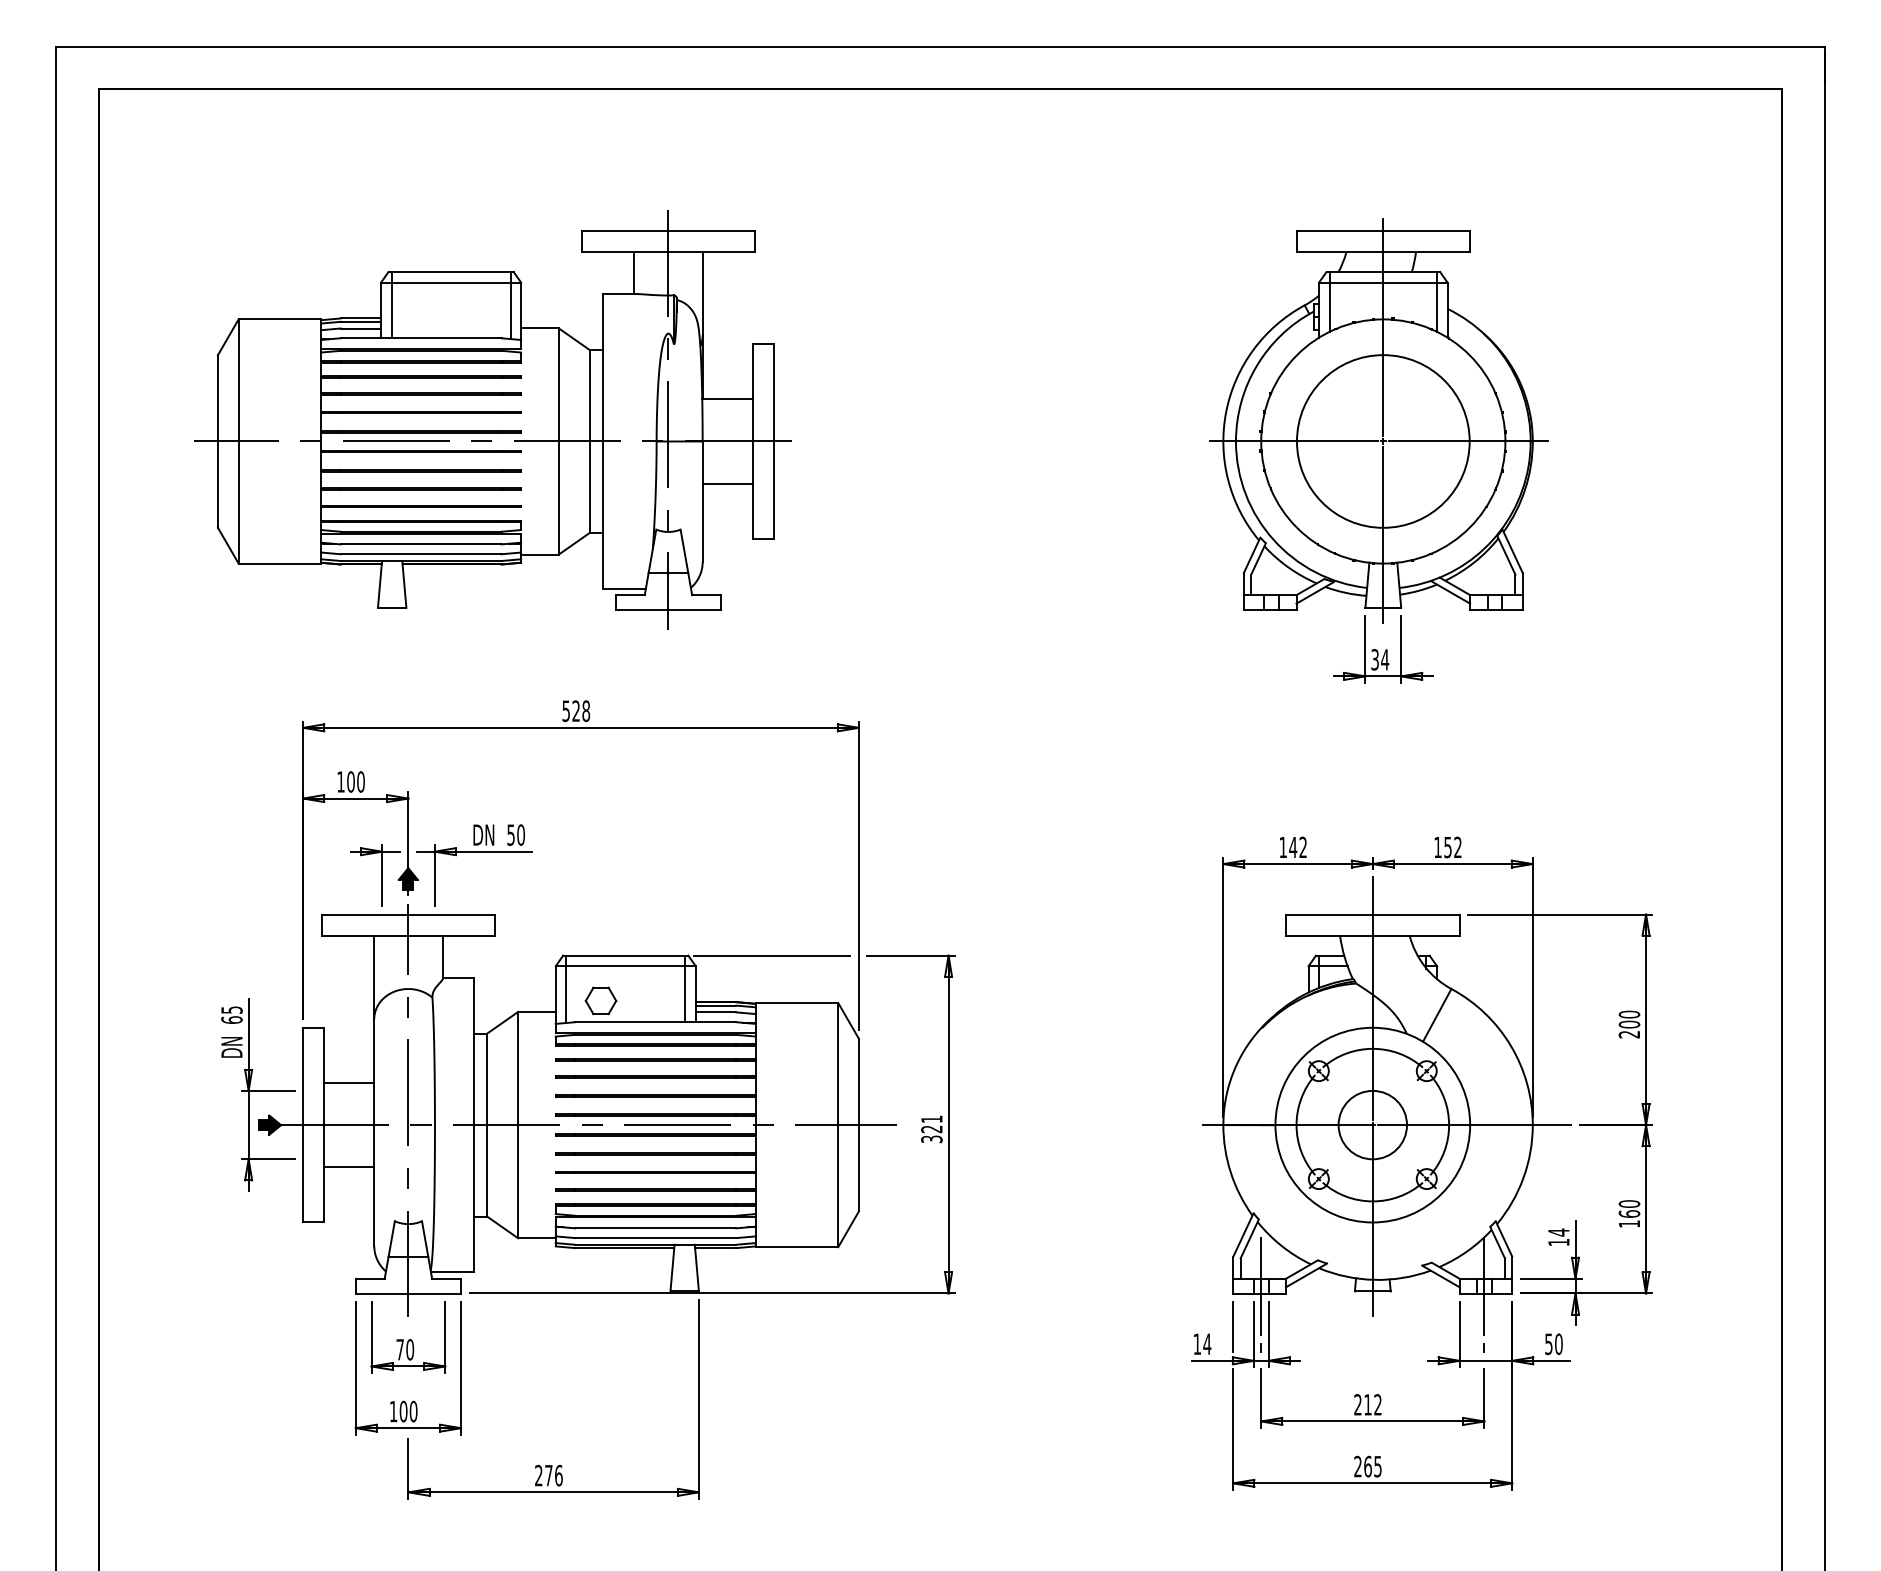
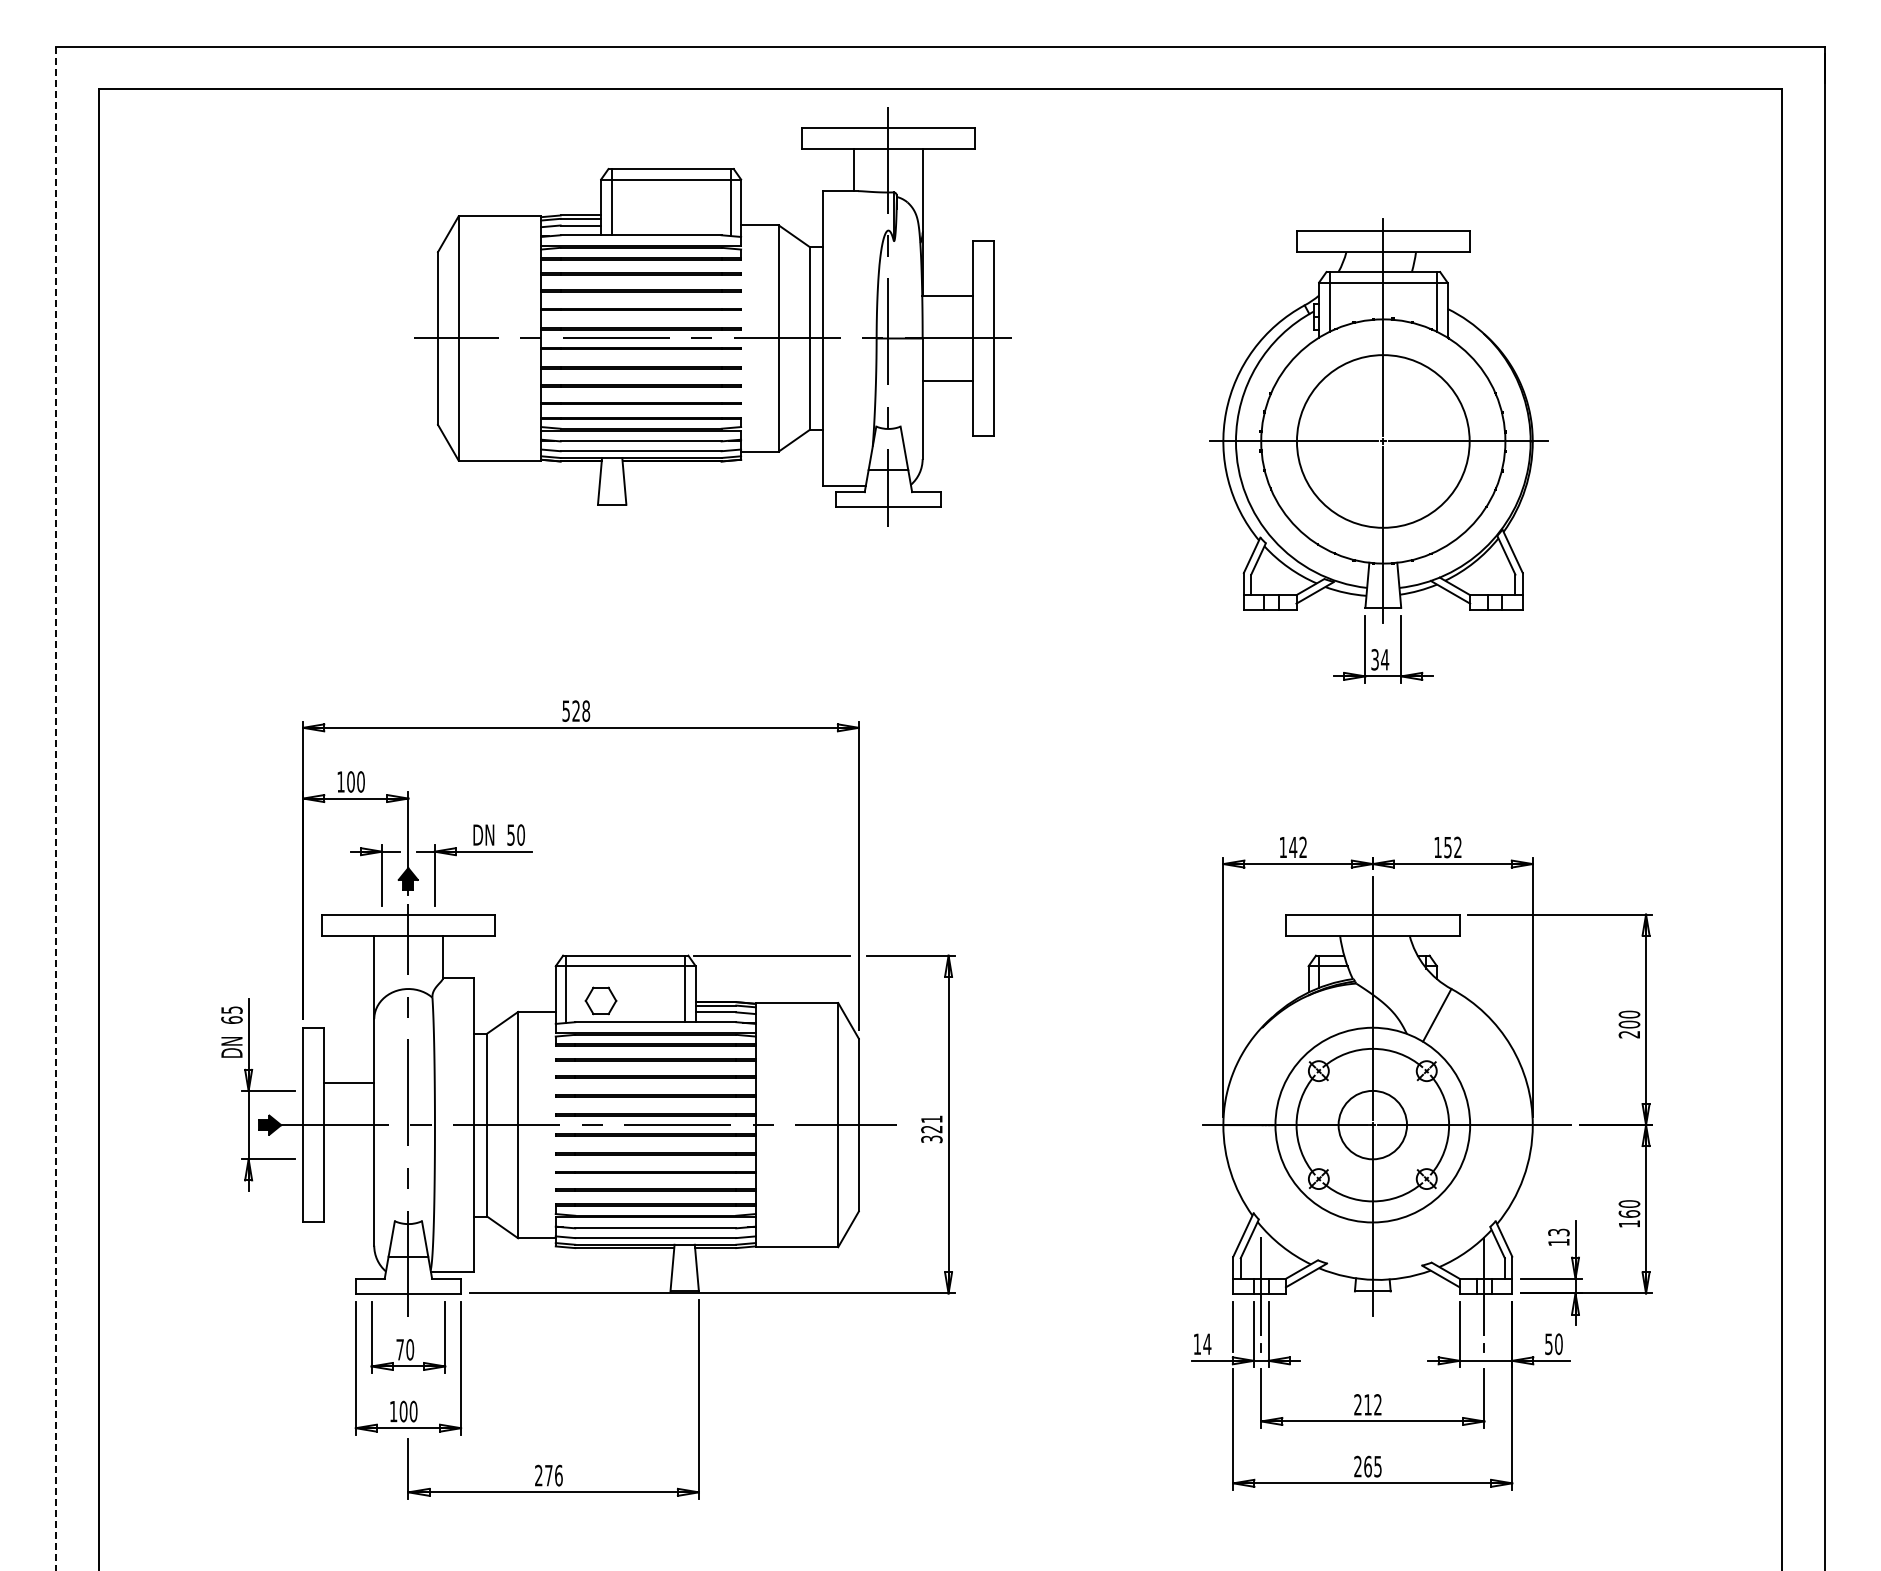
part at (492, 419) position: (492, 419) -> (712, 316)
line at (56, 809): solid -> dashed
line at (349, 1167): present -> none
text at (1558, 1232): 14 -> 13
